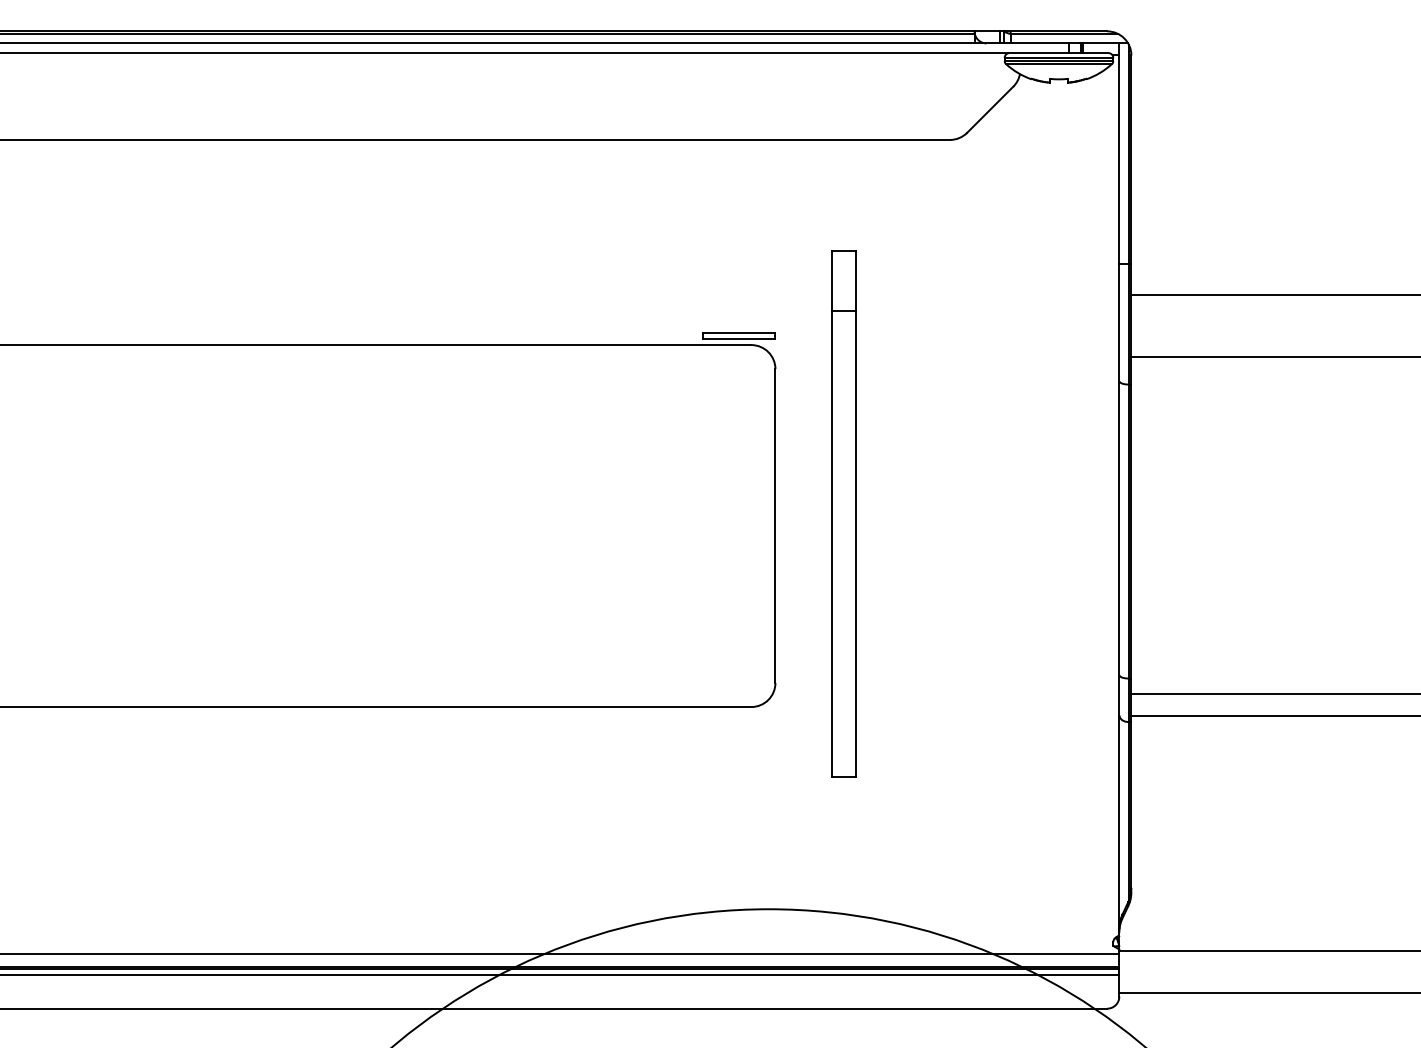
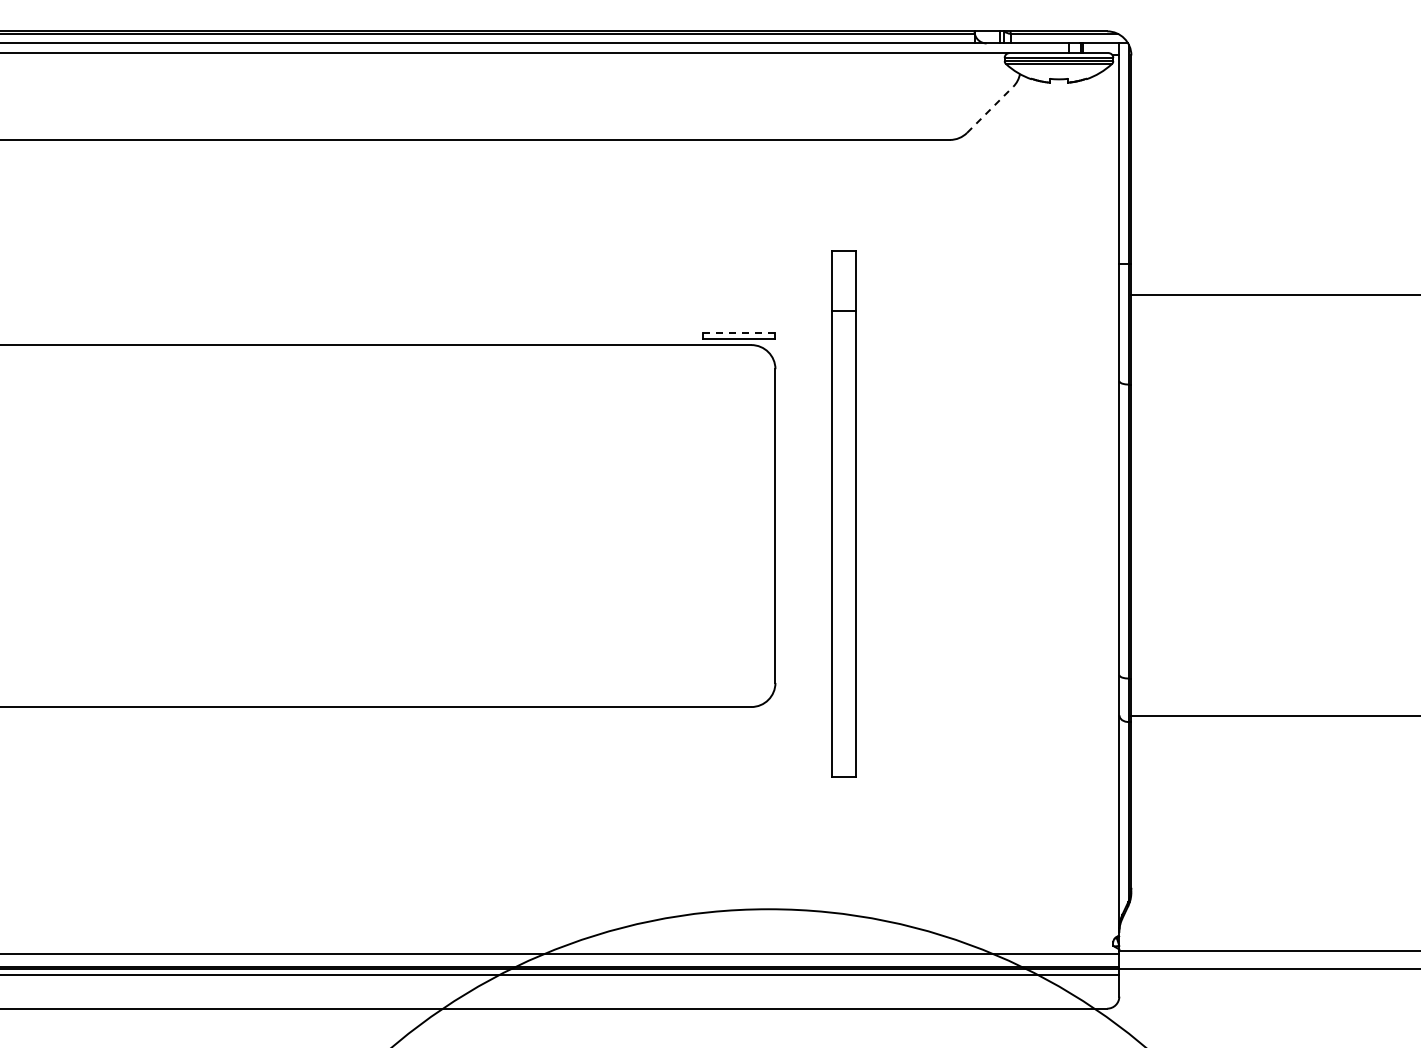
line at (990, 109): solid -> dashed
line at (738, 333): solid -> dashed
line at (1274, 357): present -> none
line at (1274, 694): present -> none
line at (1268, 993) position: (1268, 993) -> (1268, 969)
